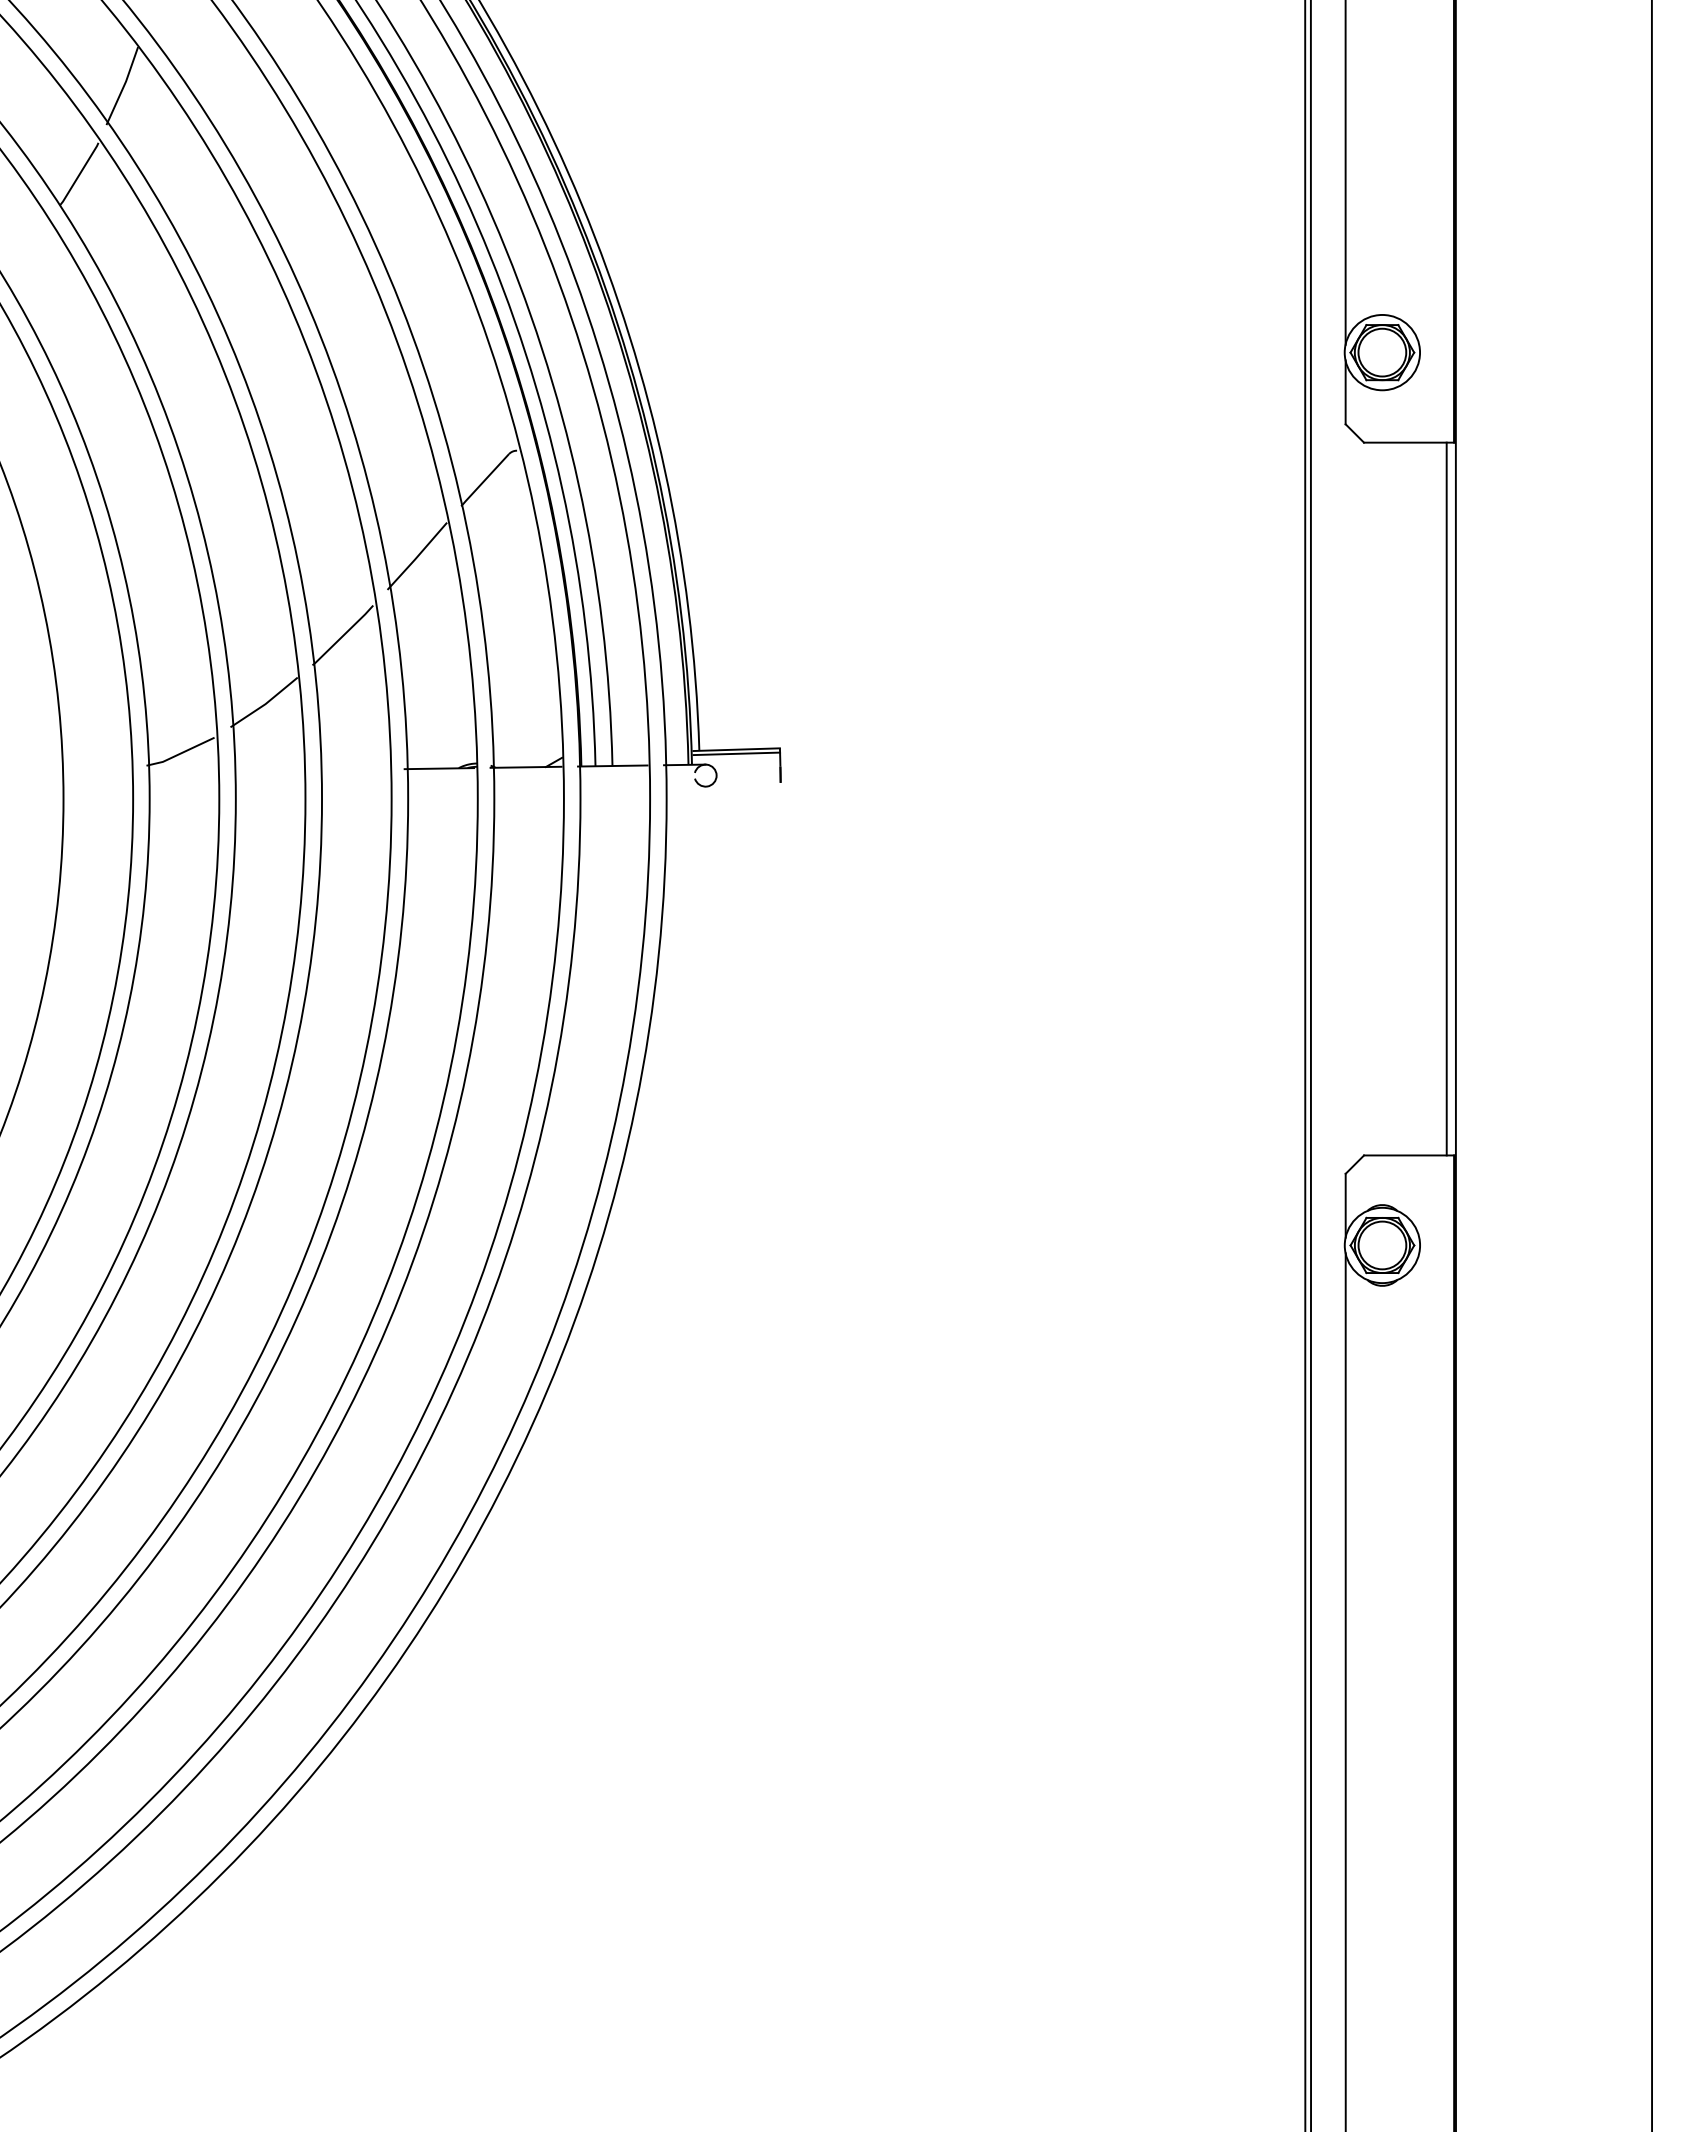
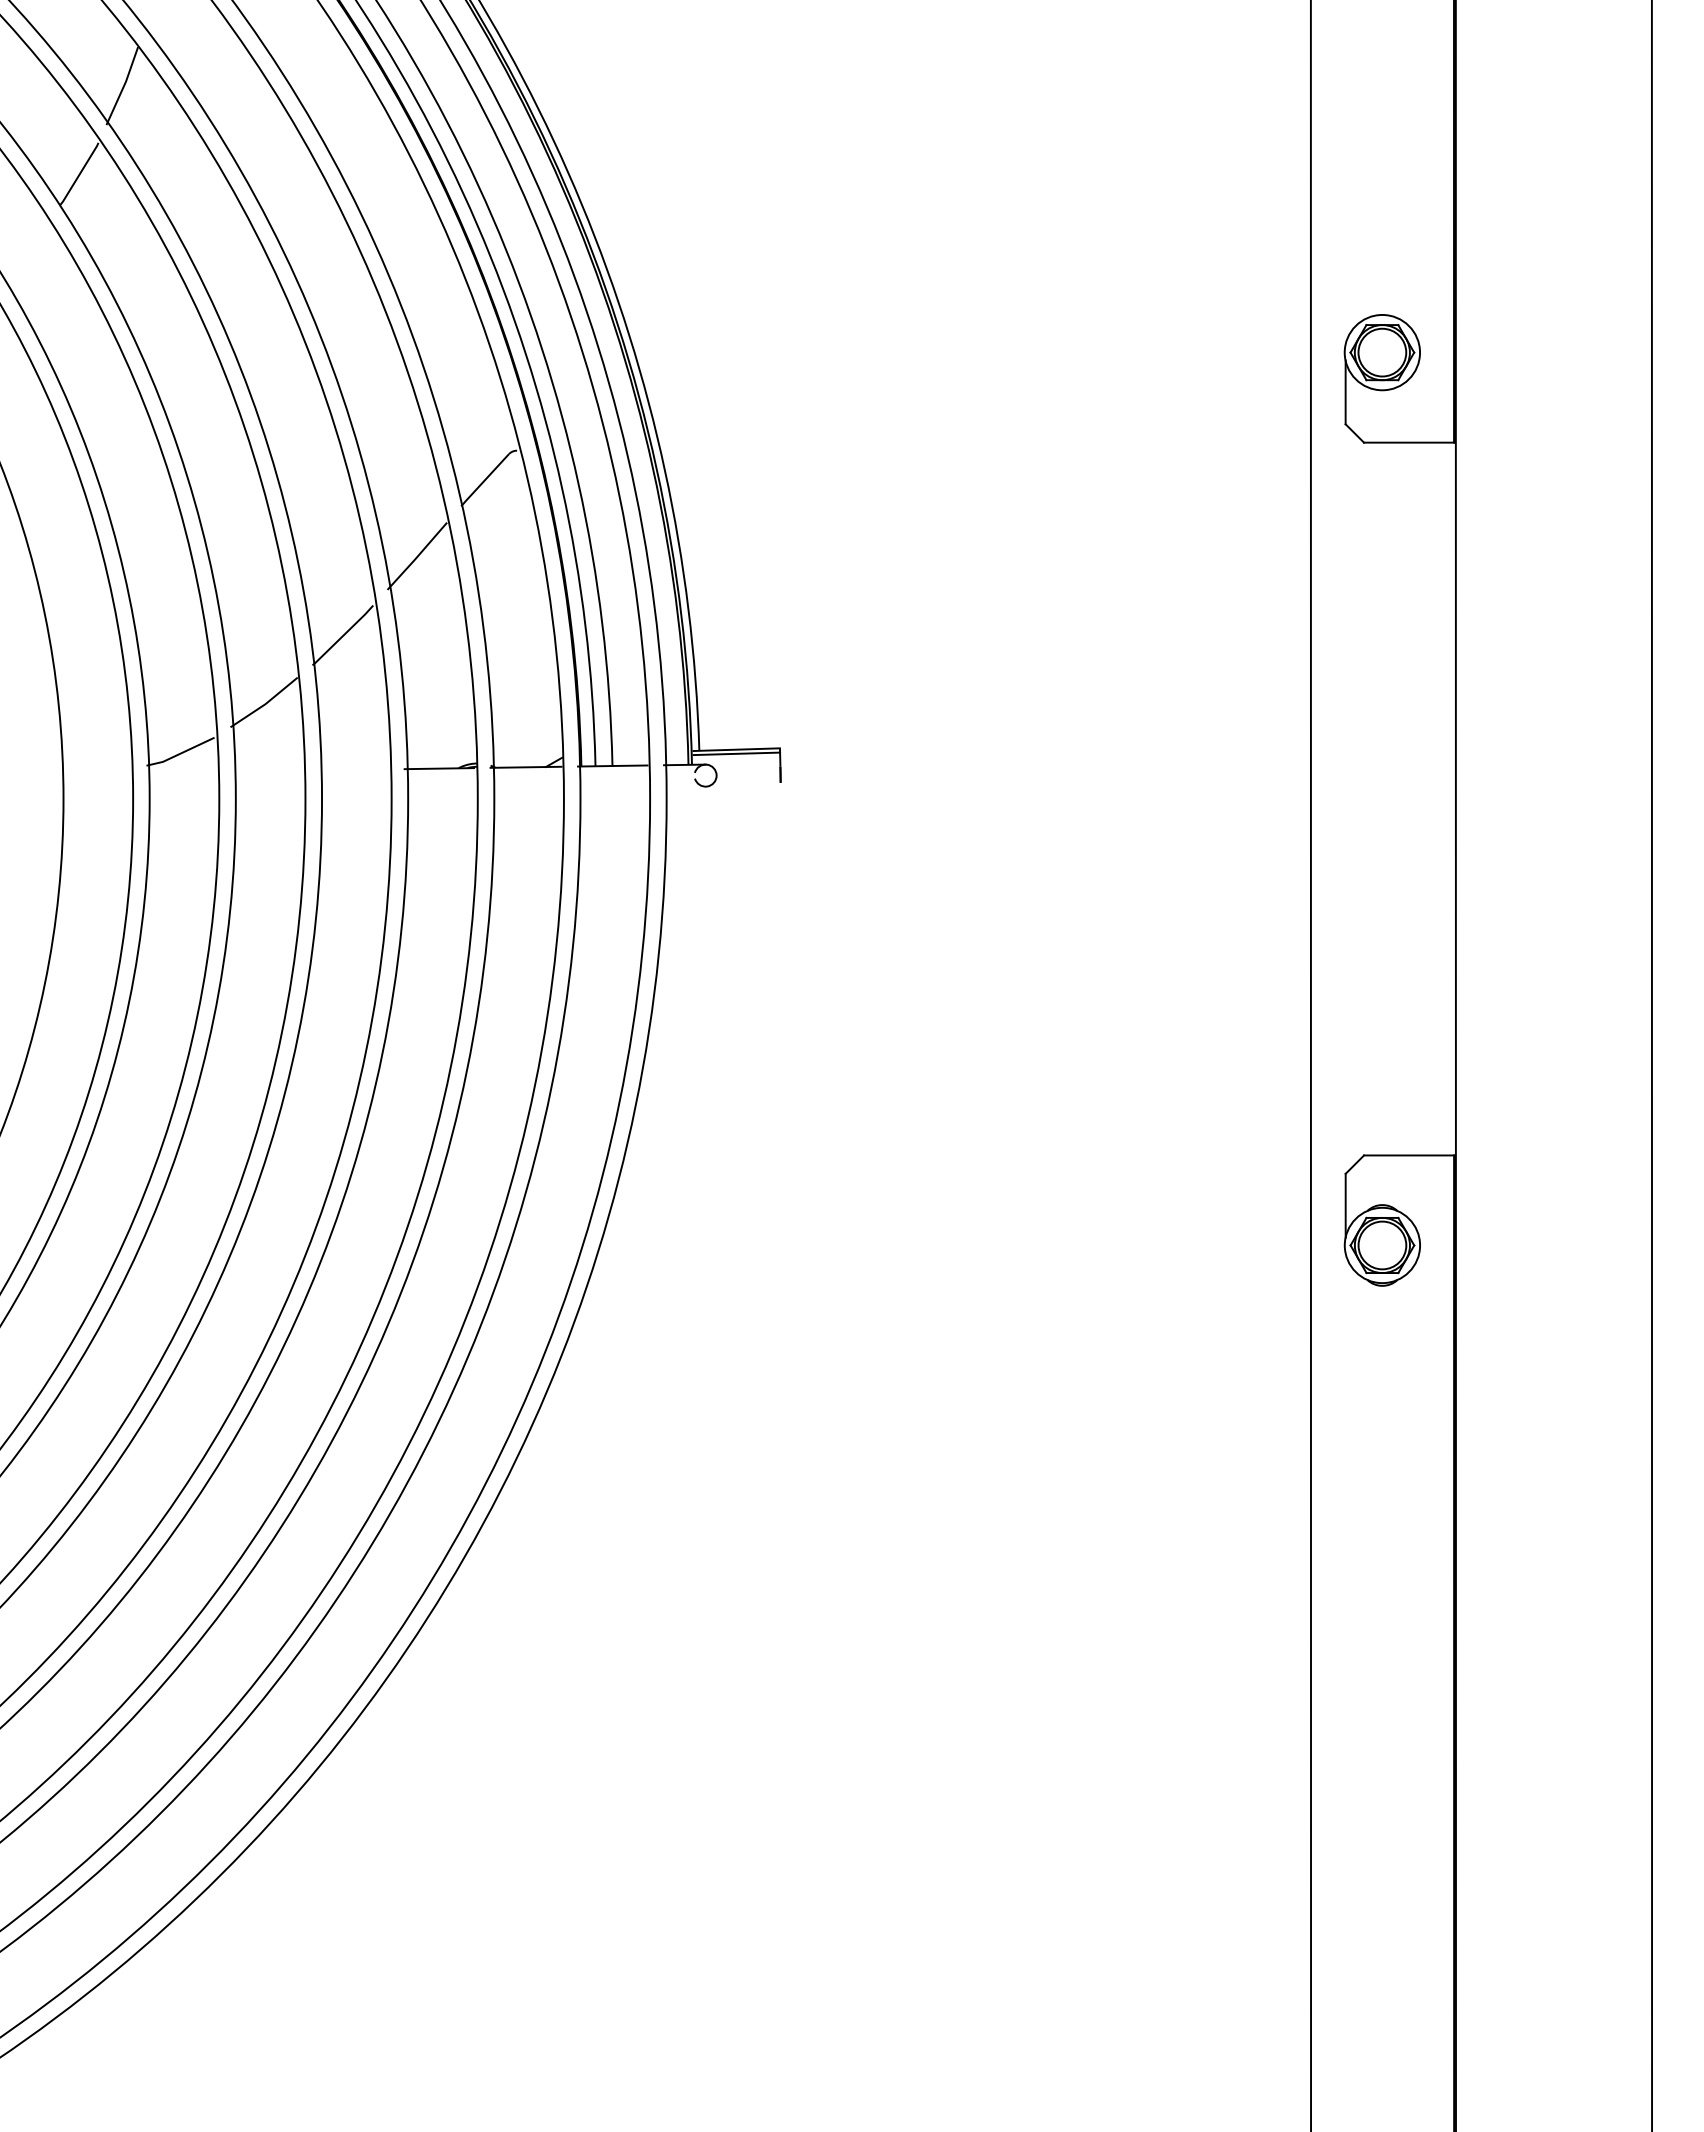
line at (1345, 173): present -> none
line at (1446, 798): present -> none
line at (1305, 1065): present -> none
line at (1345, 1690): present -> none
